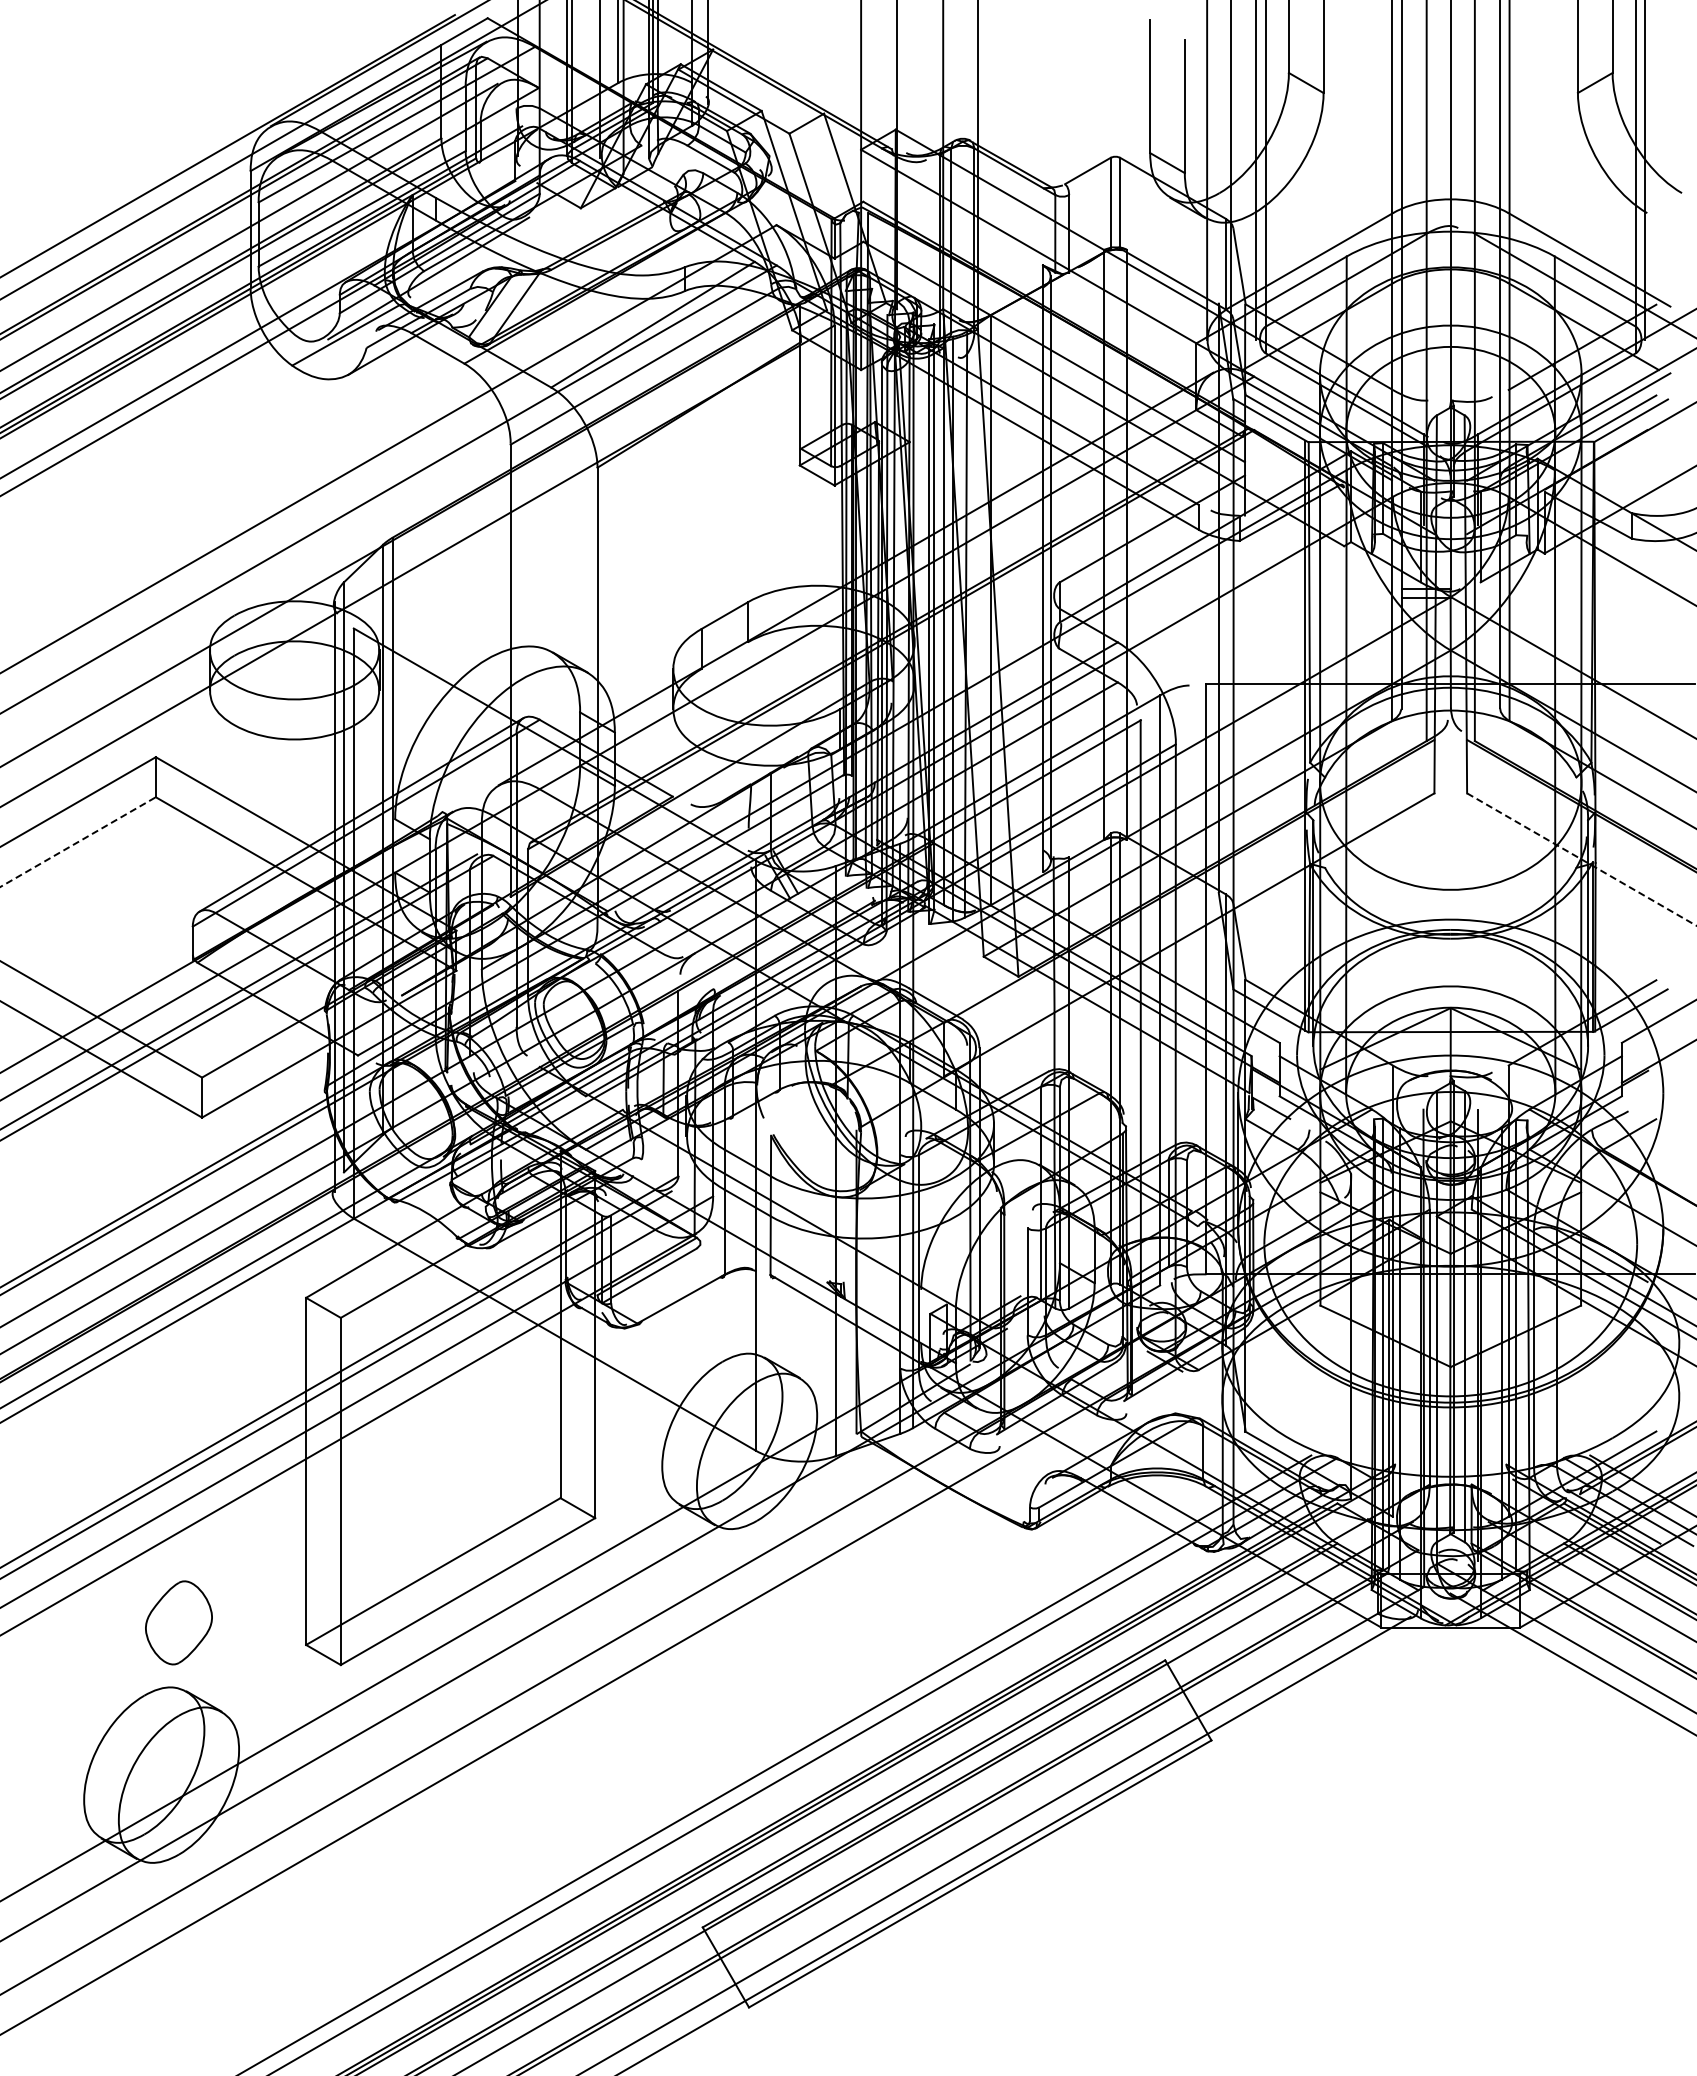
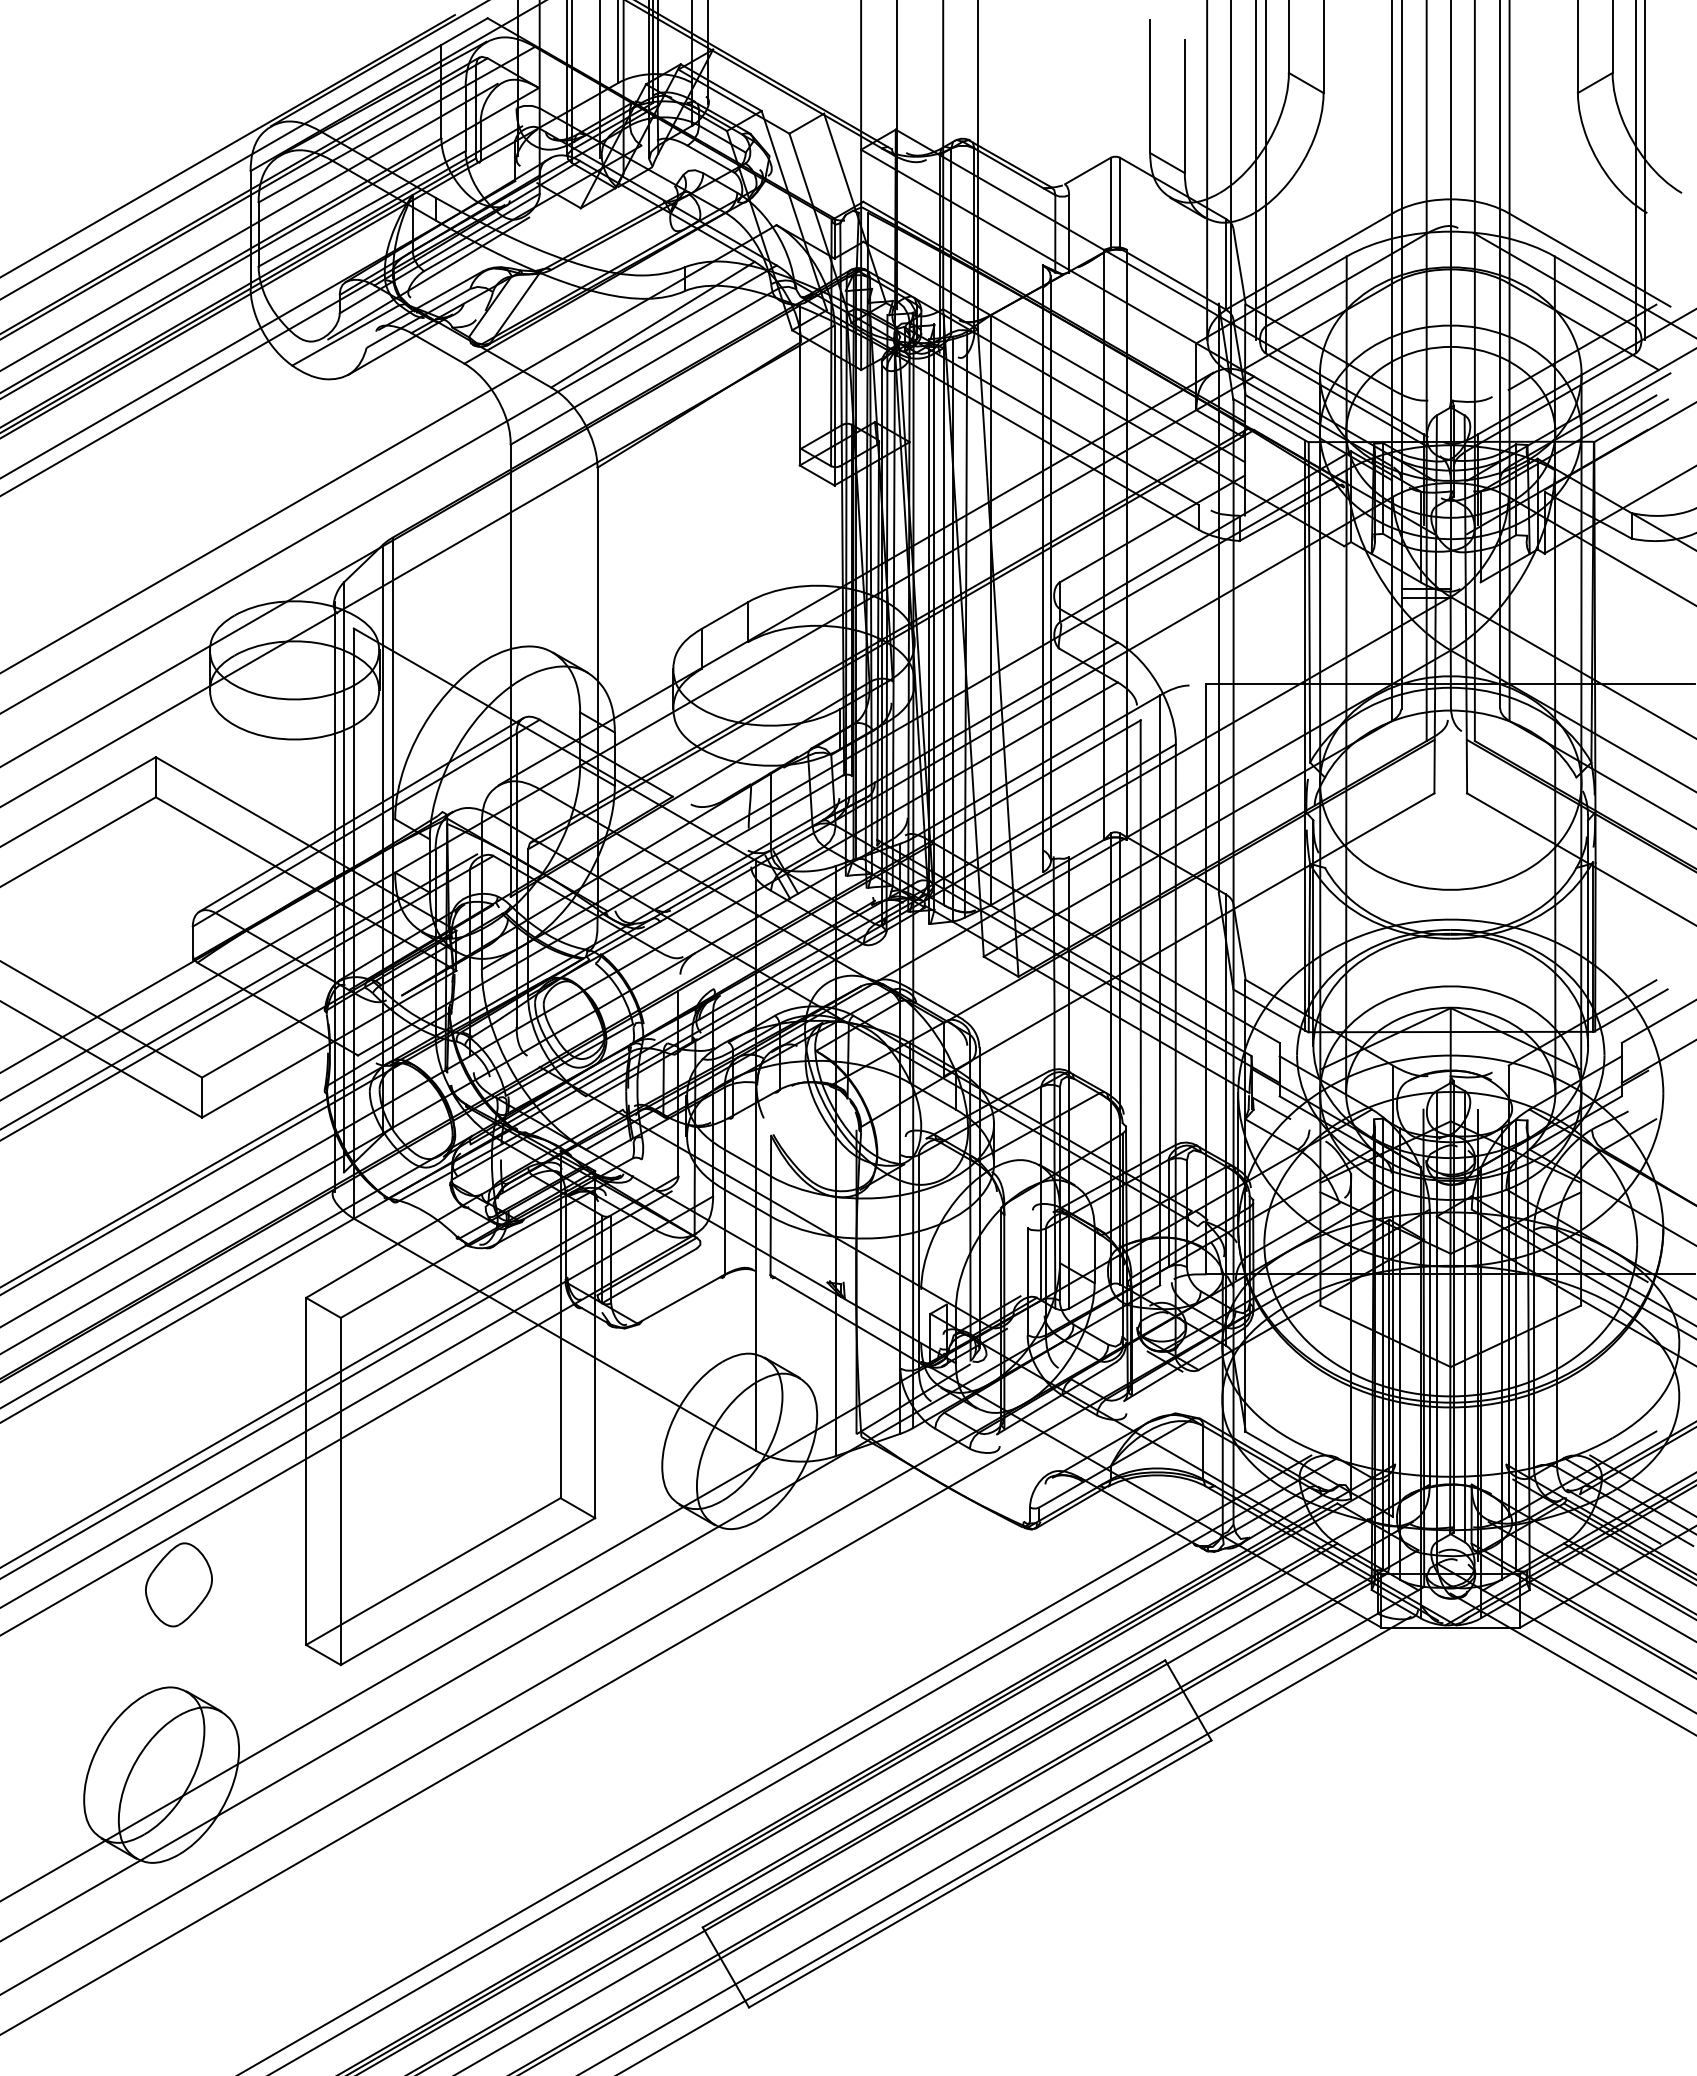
line at (77, 842): dashed -> solid
line at (1582, 859): dashed -> solid
part at (178, 1622) position: (178, 1622) -> (178, 1584)
